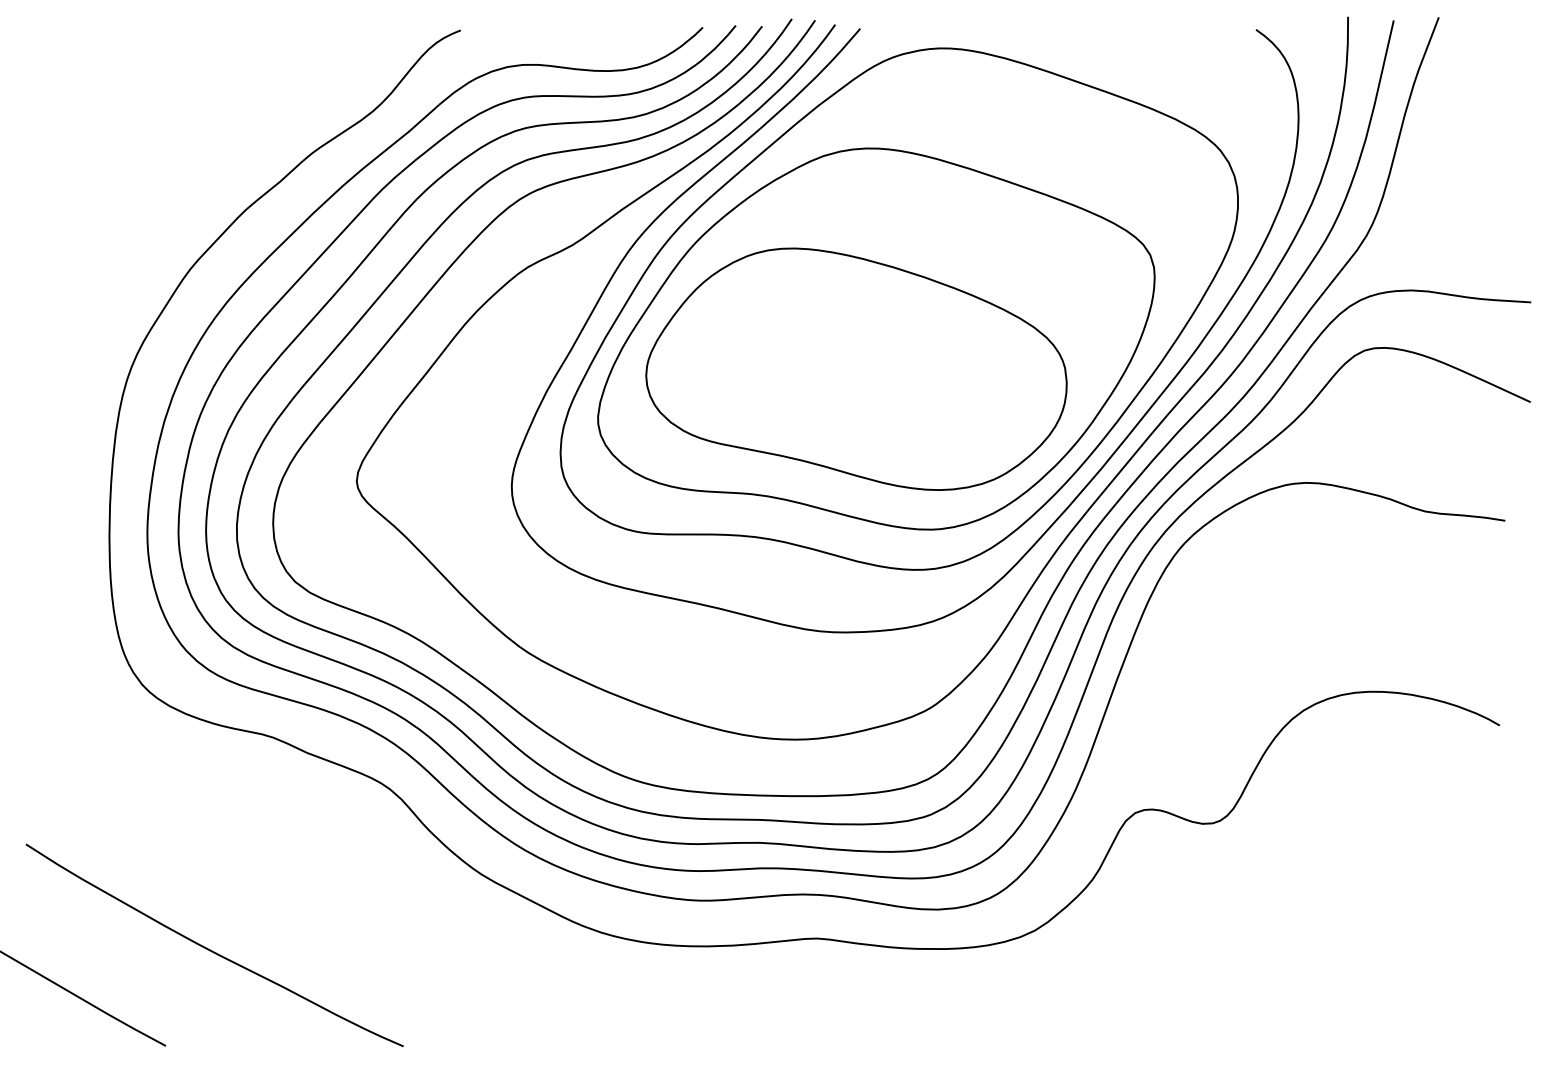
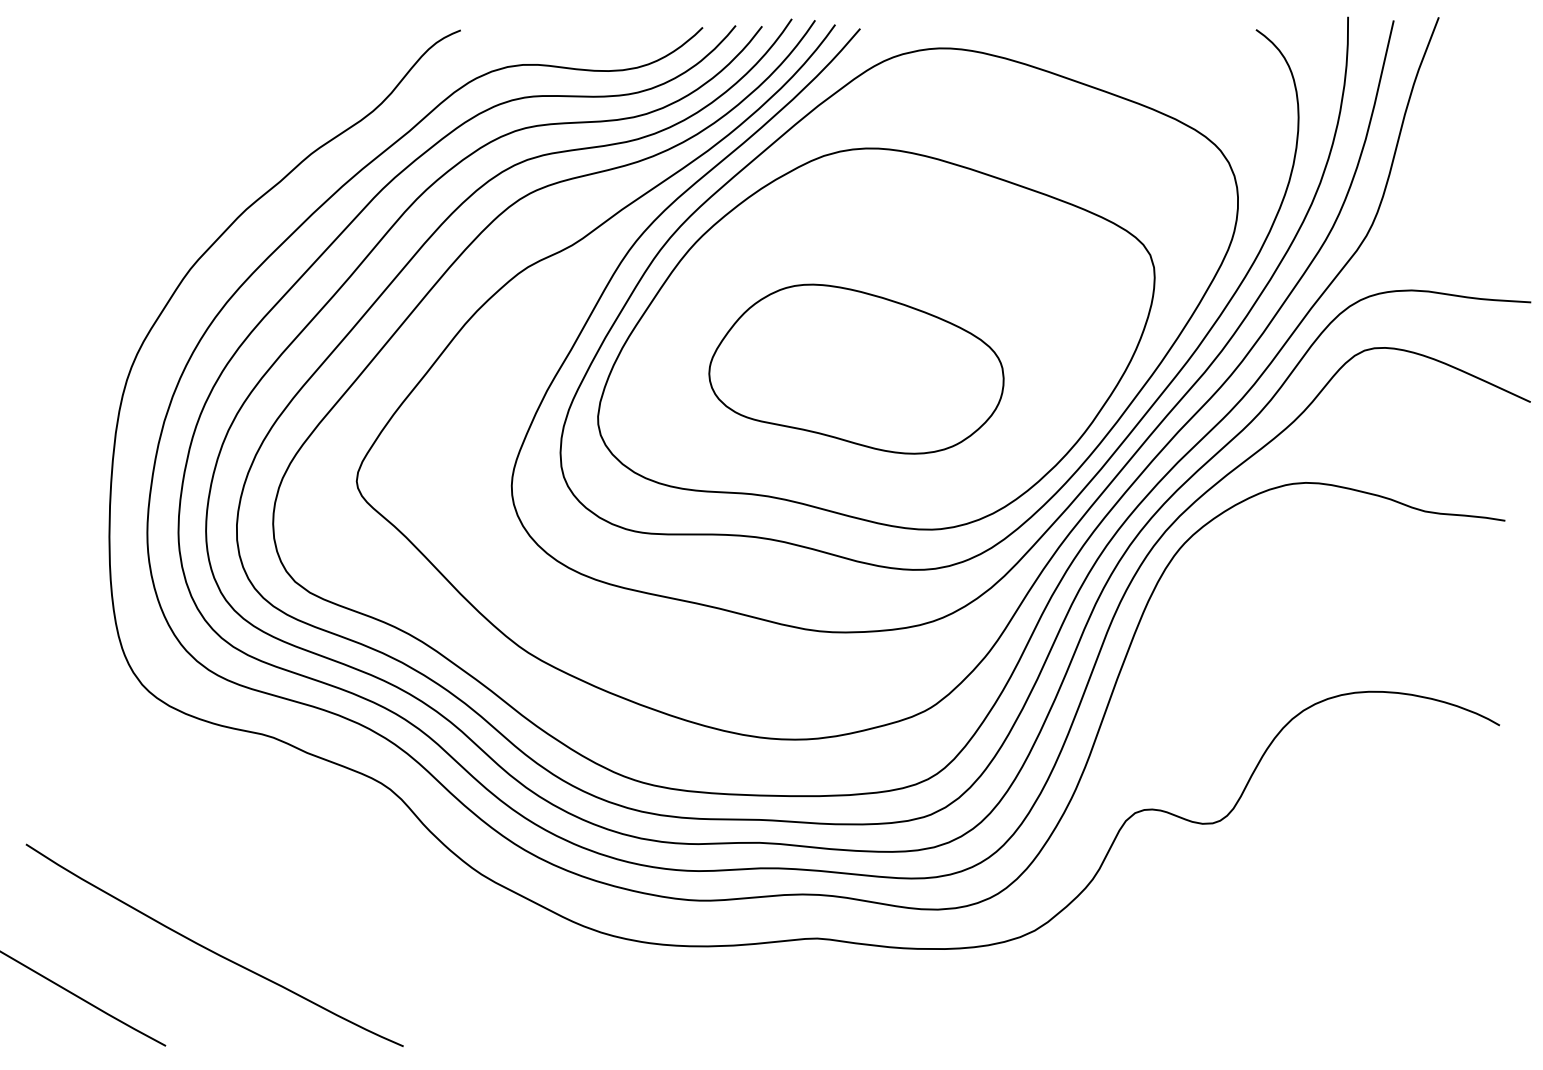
part at (856, 368) size: 423x244 px -> 297x172 px
